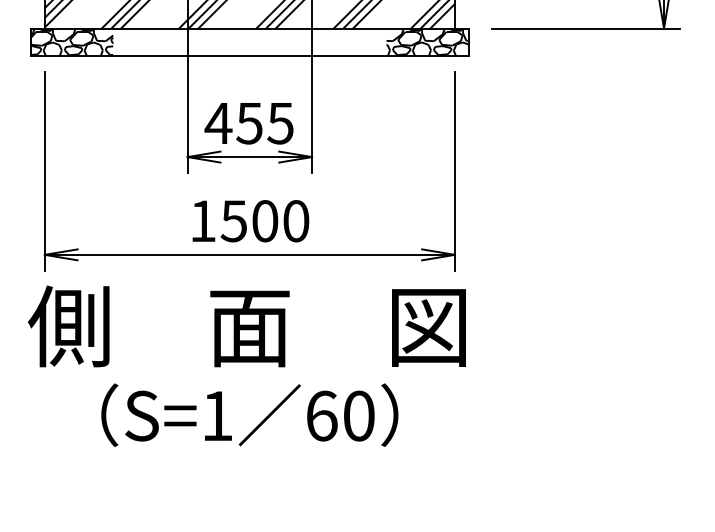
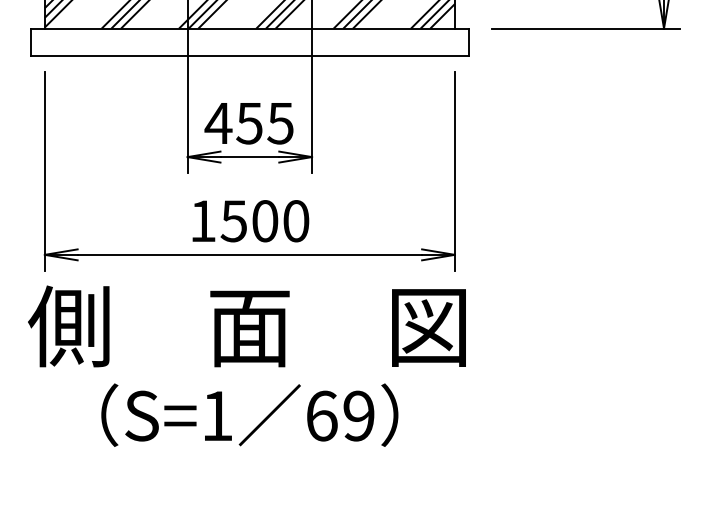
hatch at (72, 41): present -> none
hatch at (427, 41): present -> none
text at (358, 415): 60 -> 69
